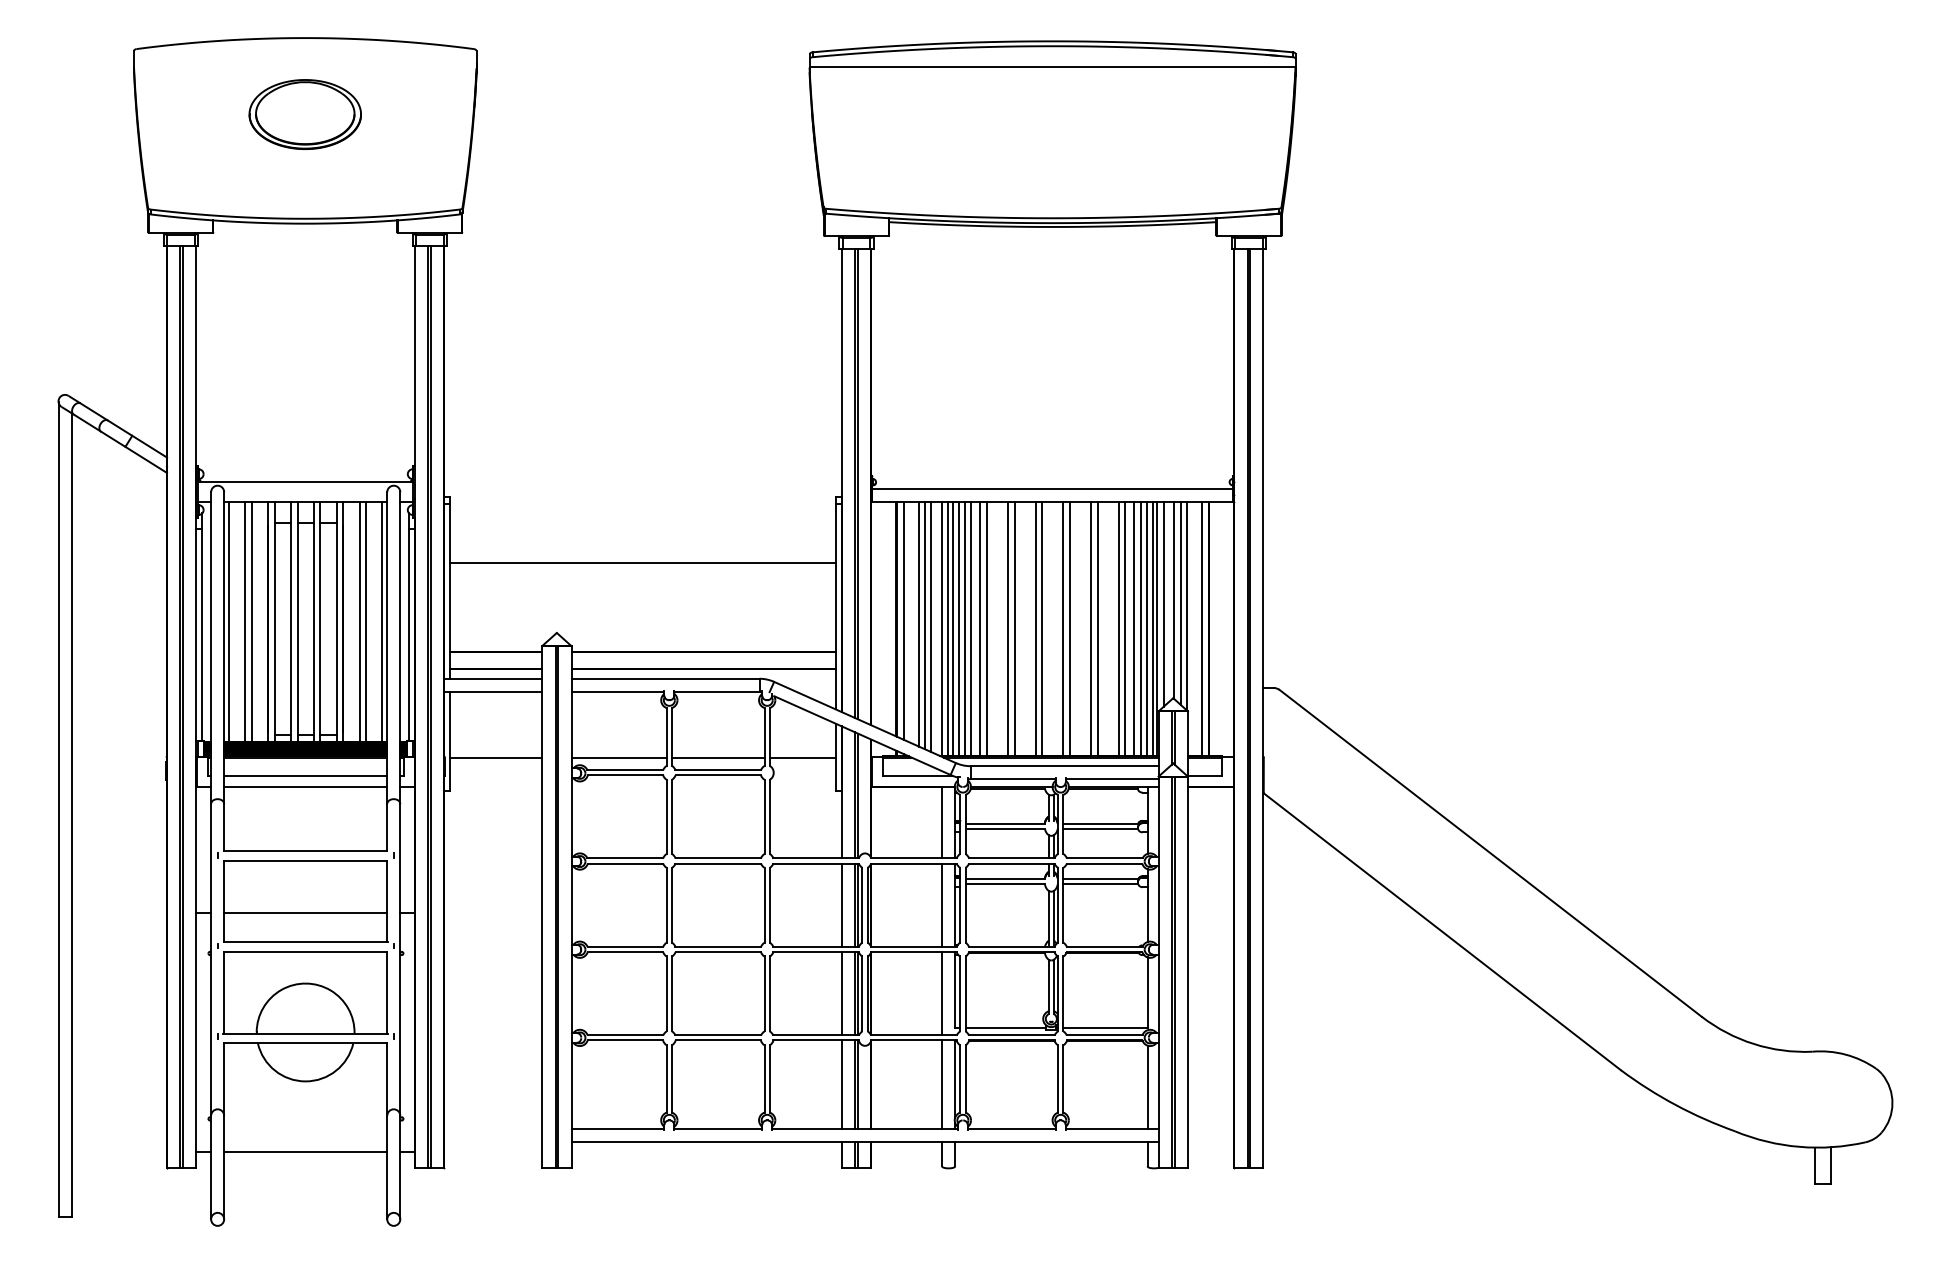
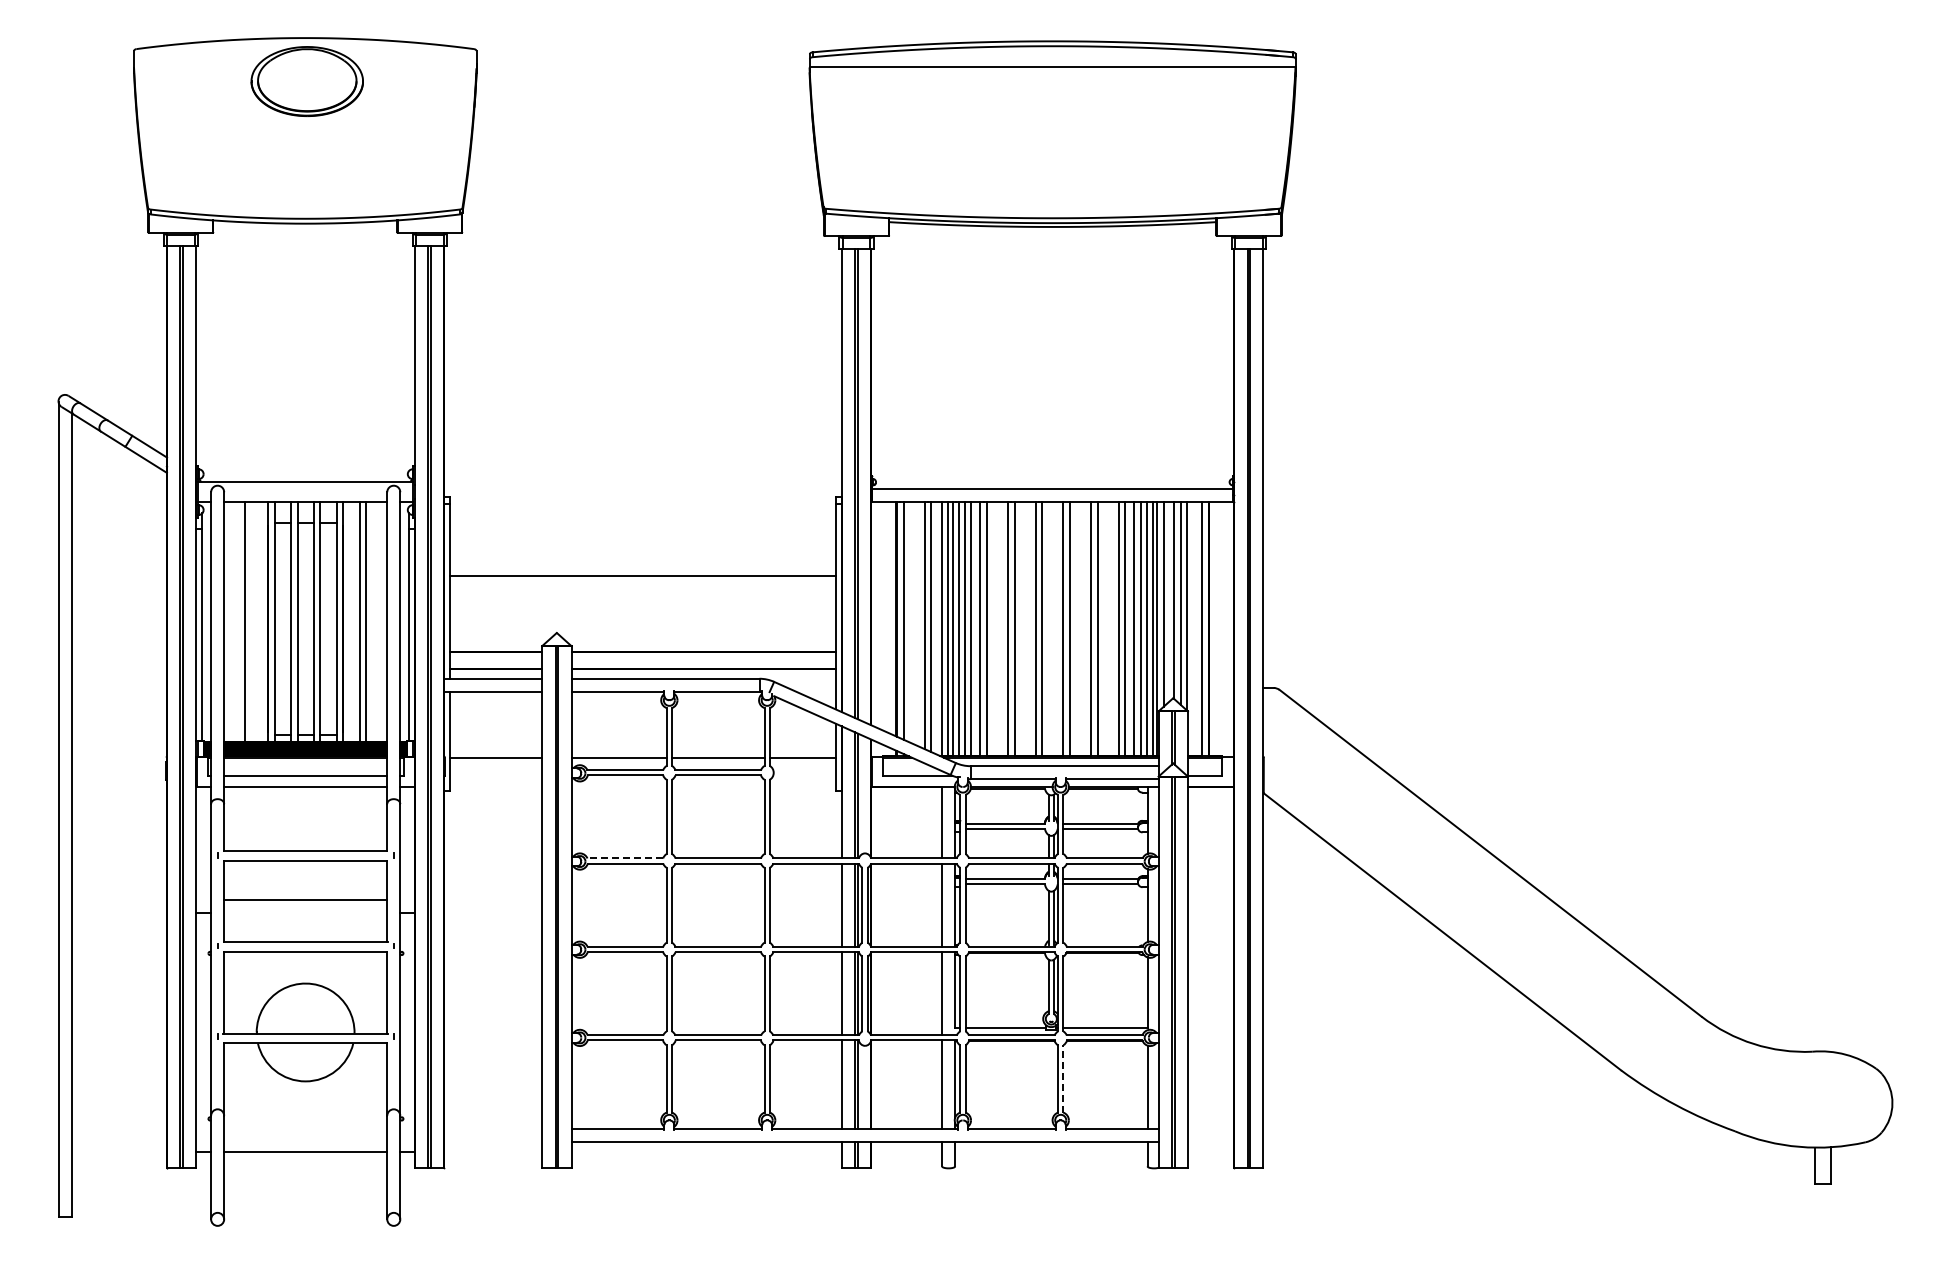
part at (304, 114) position: (304, 114) -> (306, 81)
line at (642, 562) position: (642, 562) -> (642, 575)
line at (229, 621): present -> none
line at (251, 621): present -> none
line at (382, 621): present -> none
line at (919, 623): present -> none
line at (625, 858): solid -> dashed
line at (305, 913) position: (305, 913) -> (305, 900)
line at (1063, 1078): solid -> dashed
